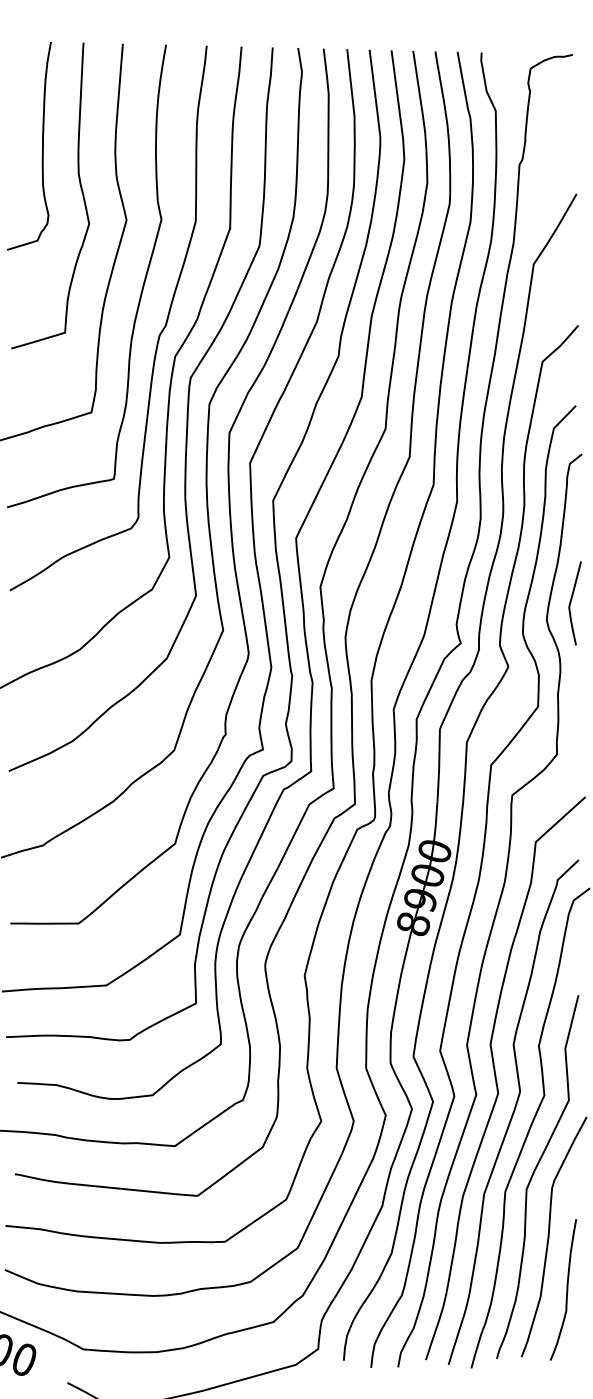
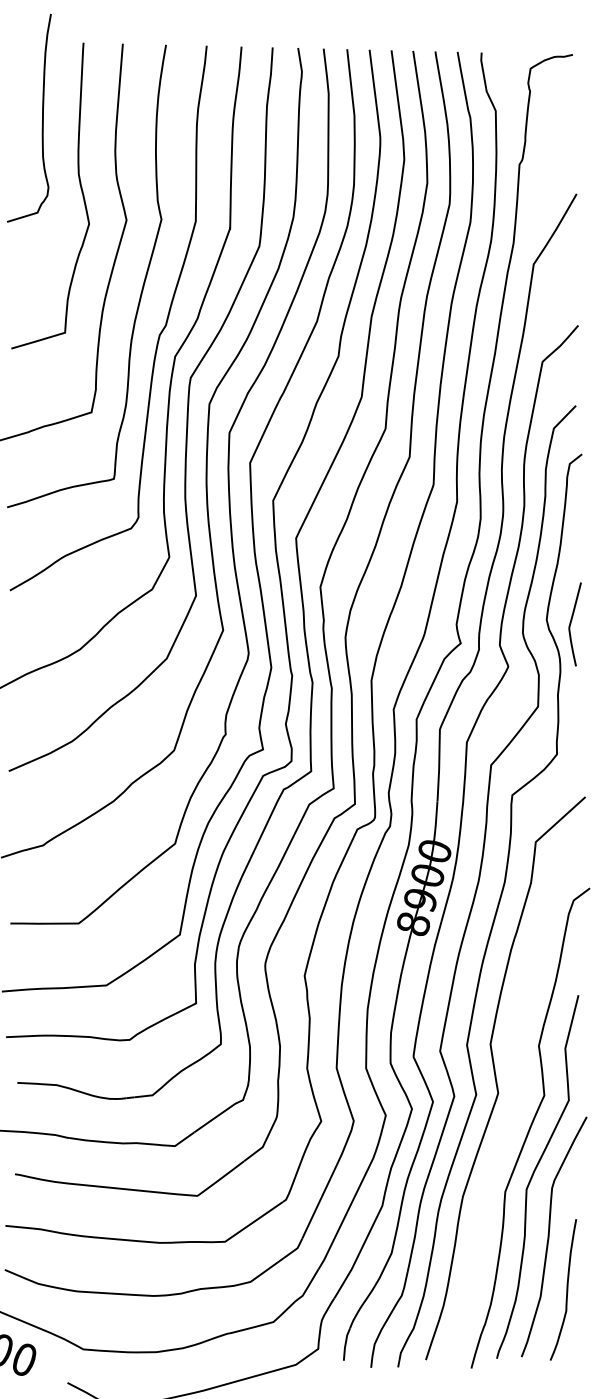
curve at (42, 145) position: (42, 145) -> (42, 117)
curve at (571, 603) position: (571, 603) -> (571, 624)
curve at (513, 1111): present -> none
